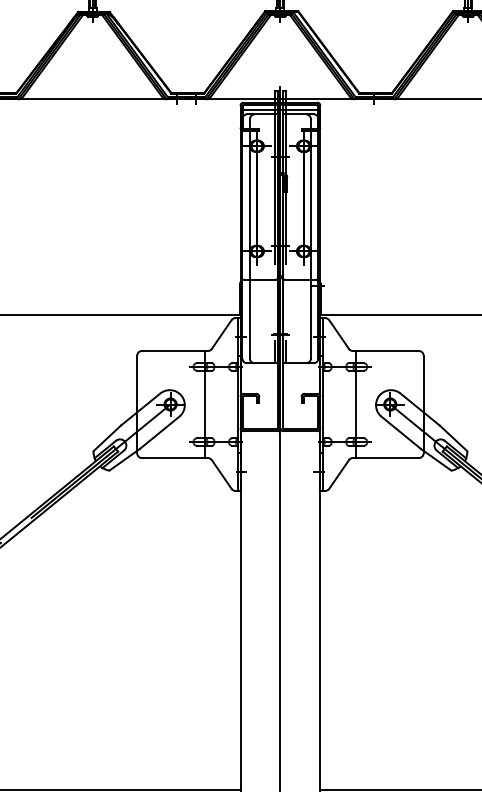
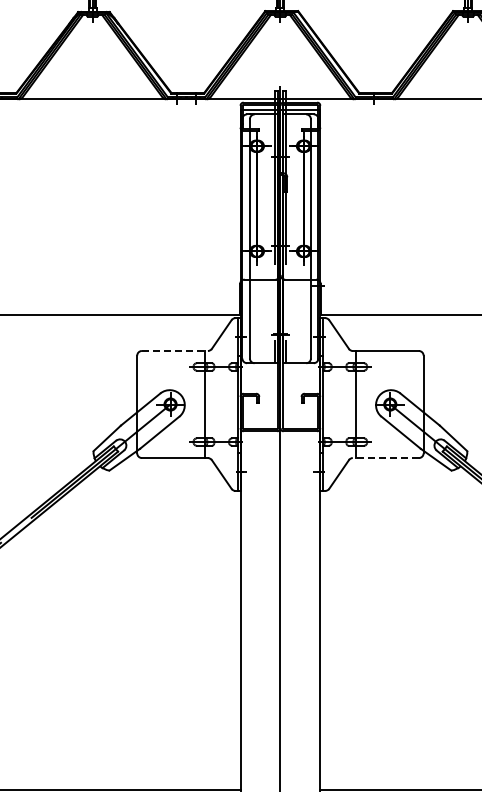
line at (175, 351): solid -> dashed
line at (385, 458): solid -> dashed
